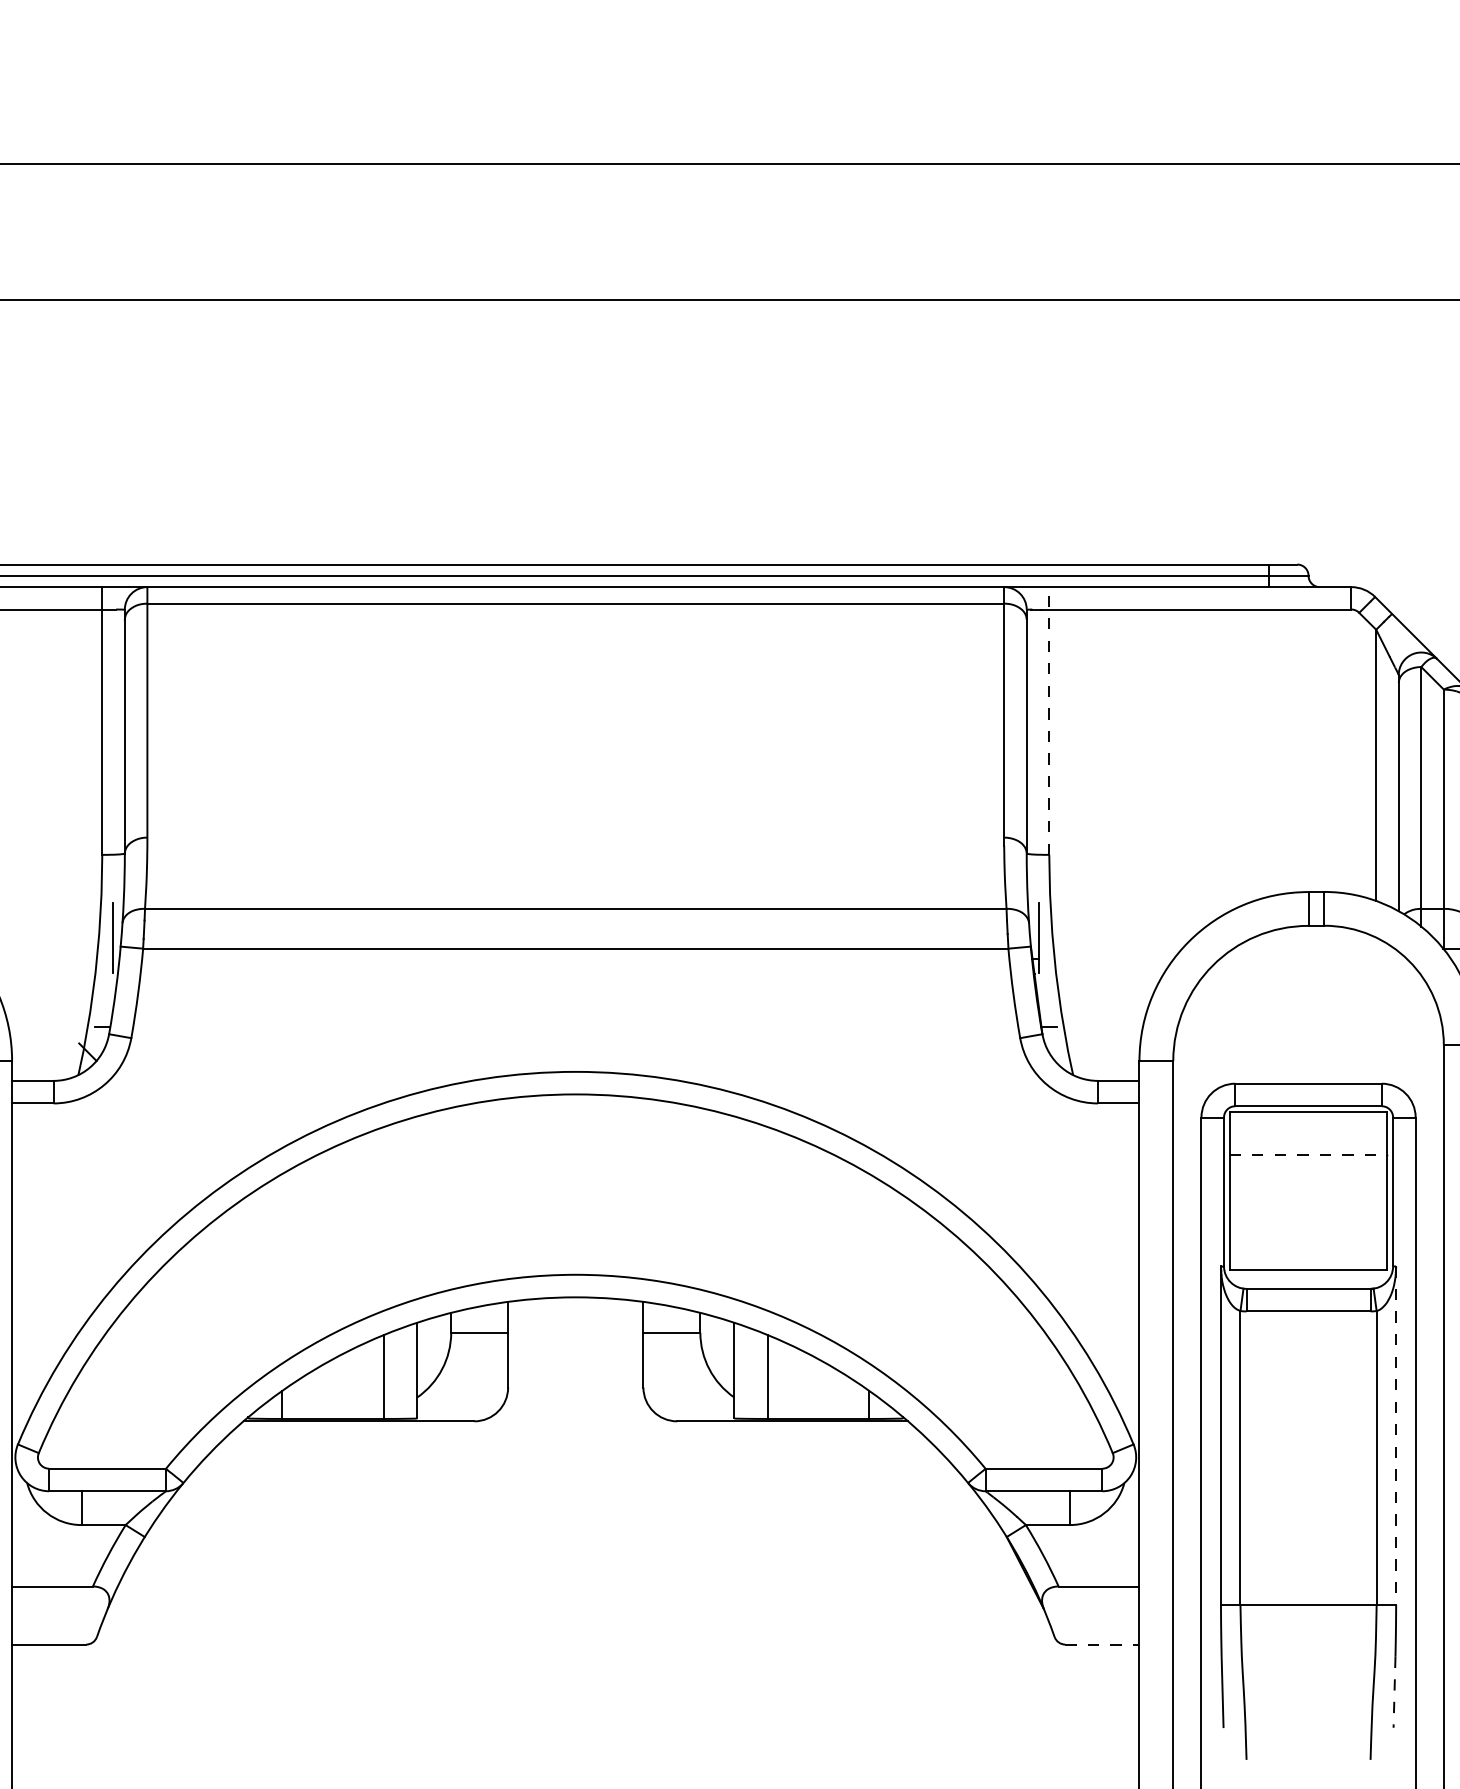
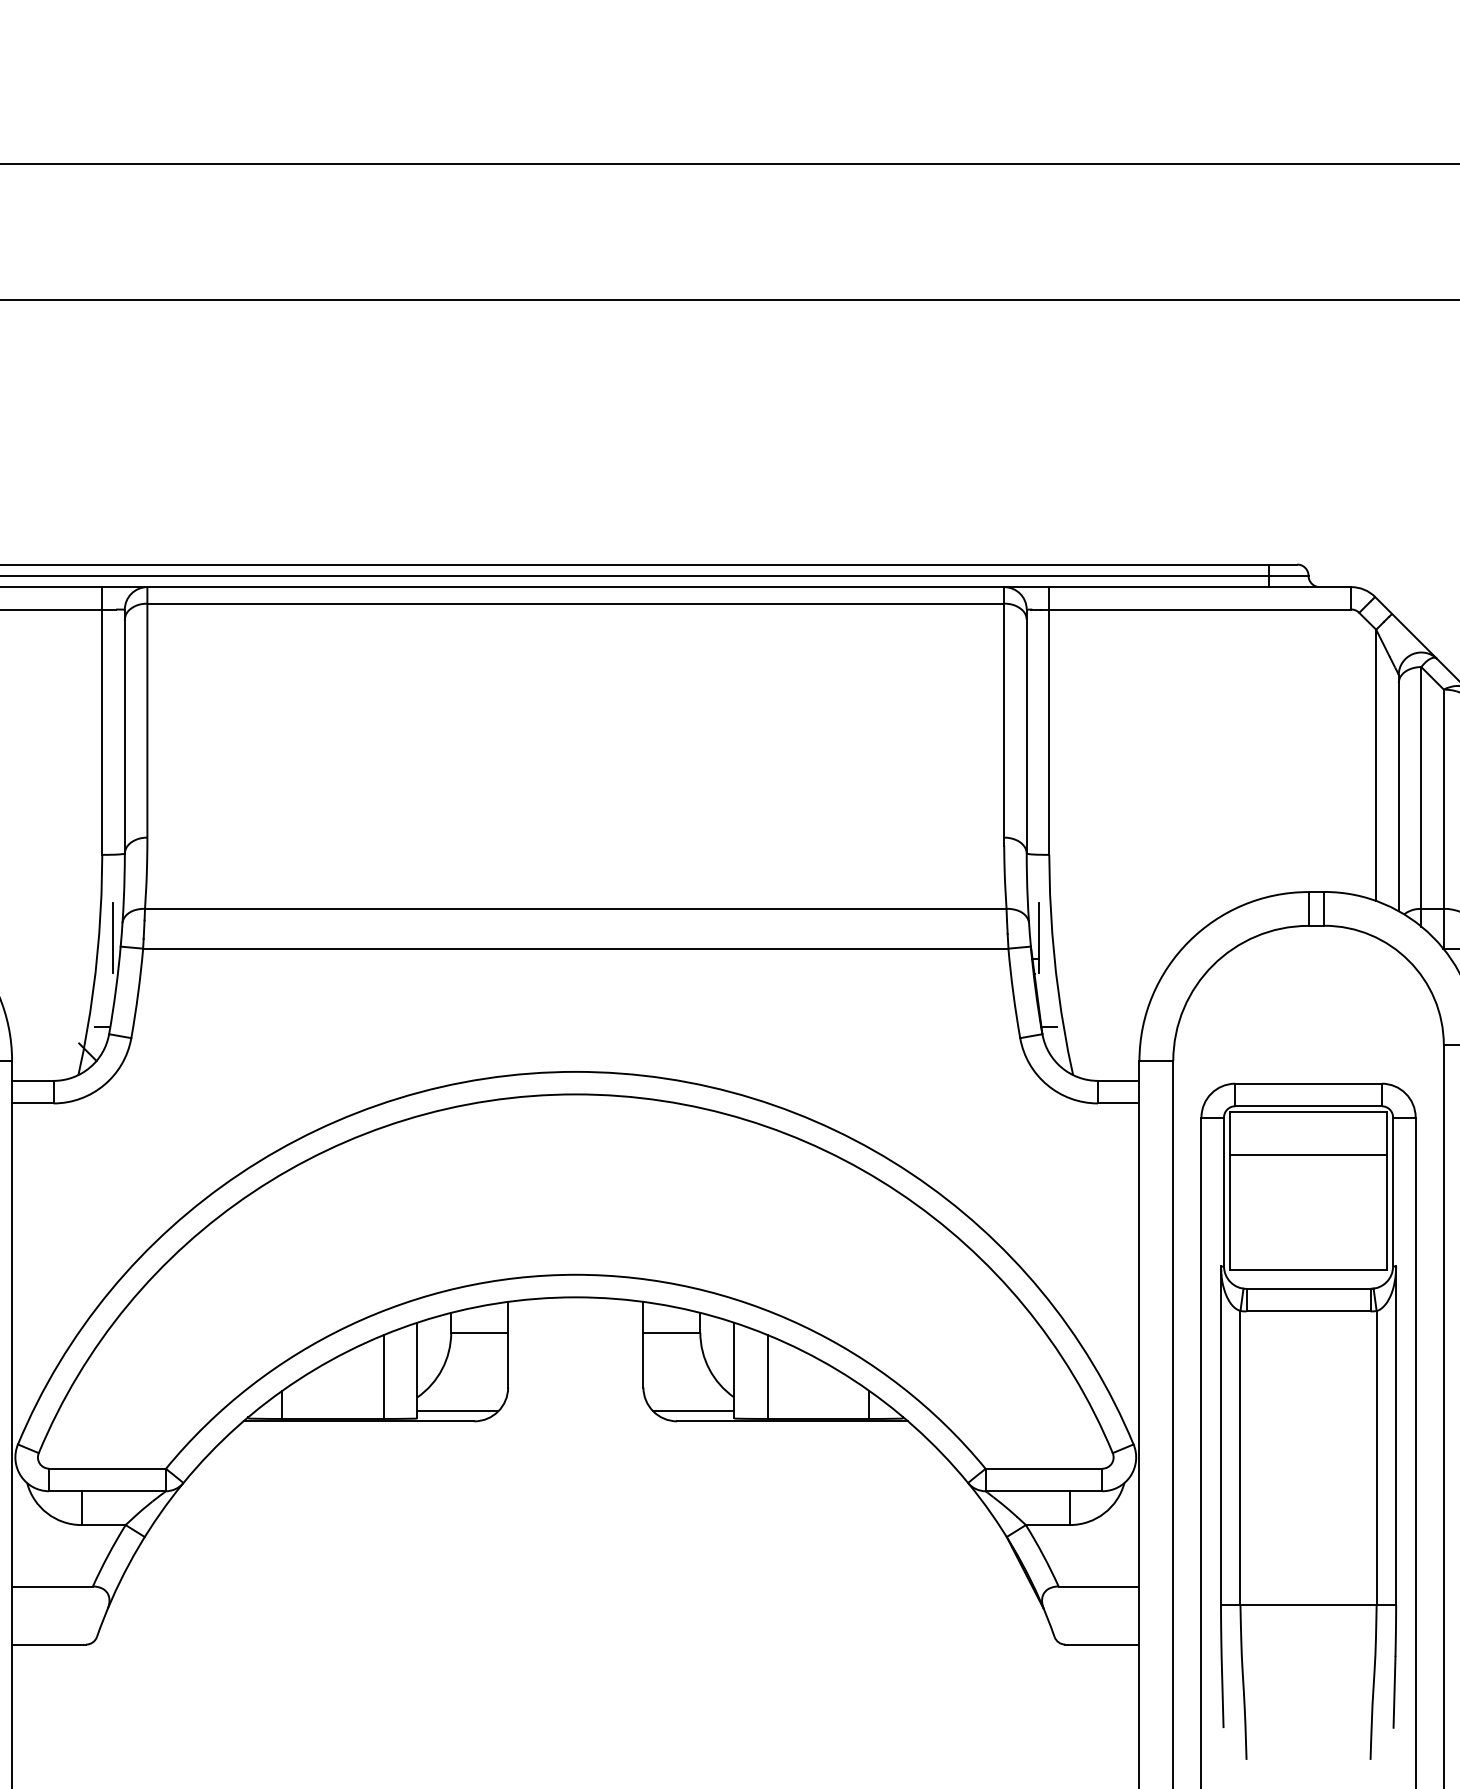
line at (1049, 720): dashed -> solid
line at (1308, 1154): dashed -> solid
line at (457, 1411): none -> present
line at (693, 1411): none -> present
line at (1396, 1436): dashed -> solid
line at (1102, 1644): dashed -> solid
line at (1394, 1692): dashed -> solid
